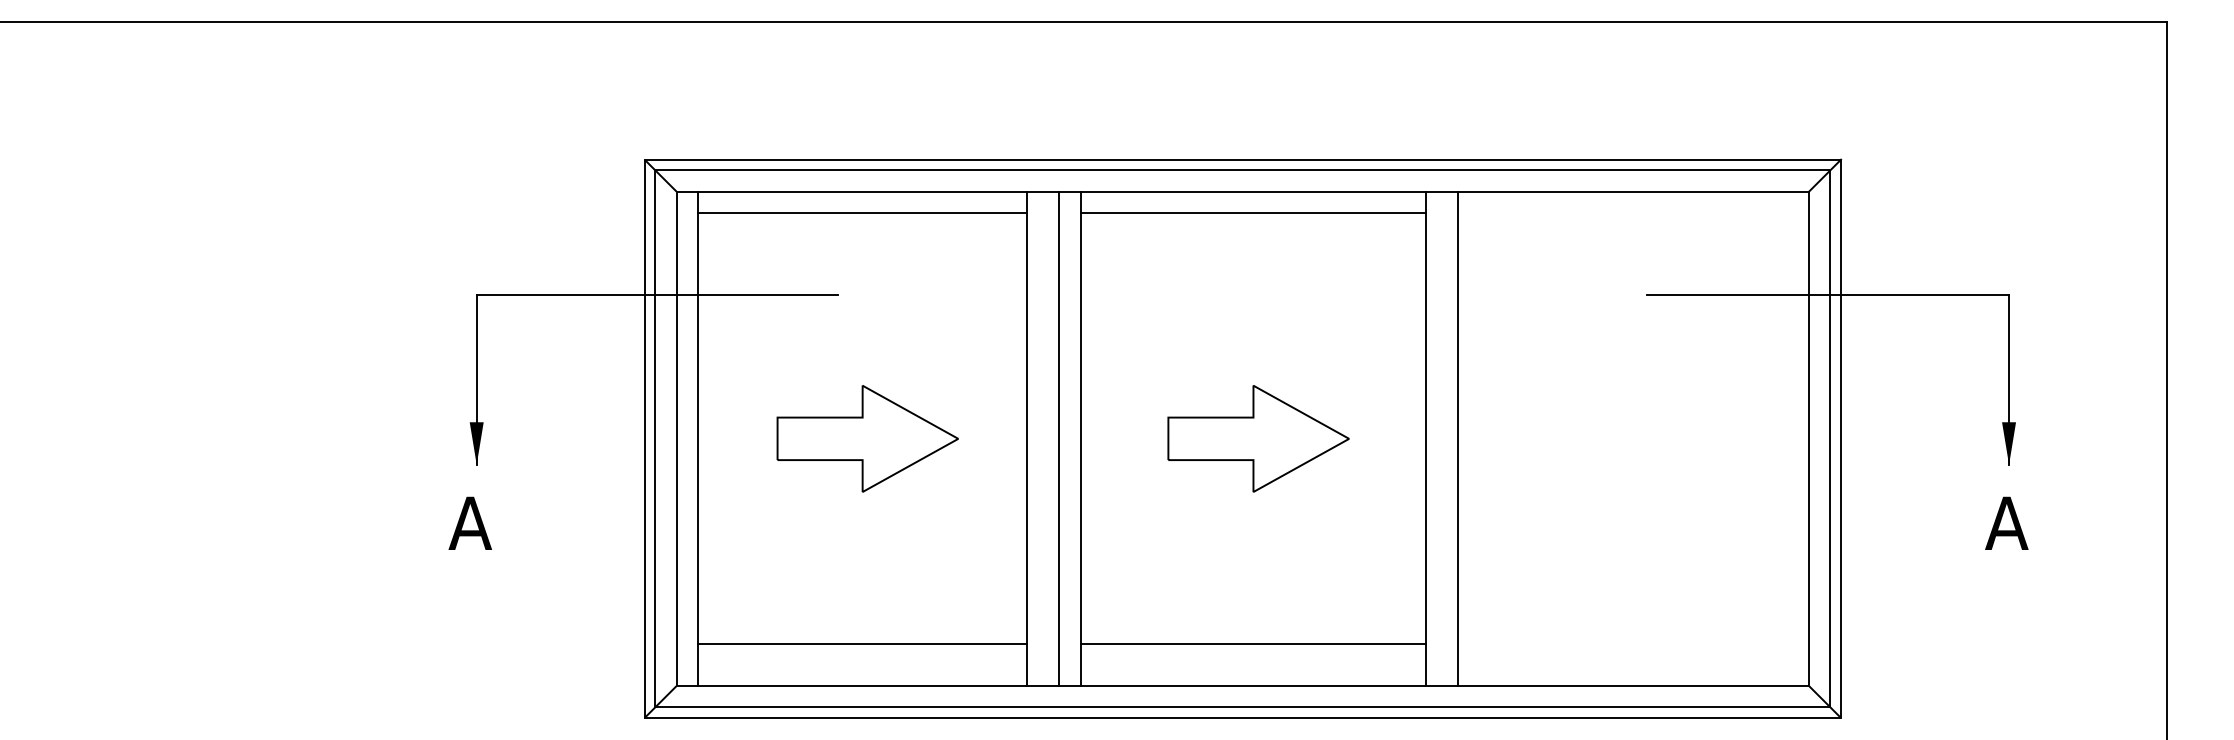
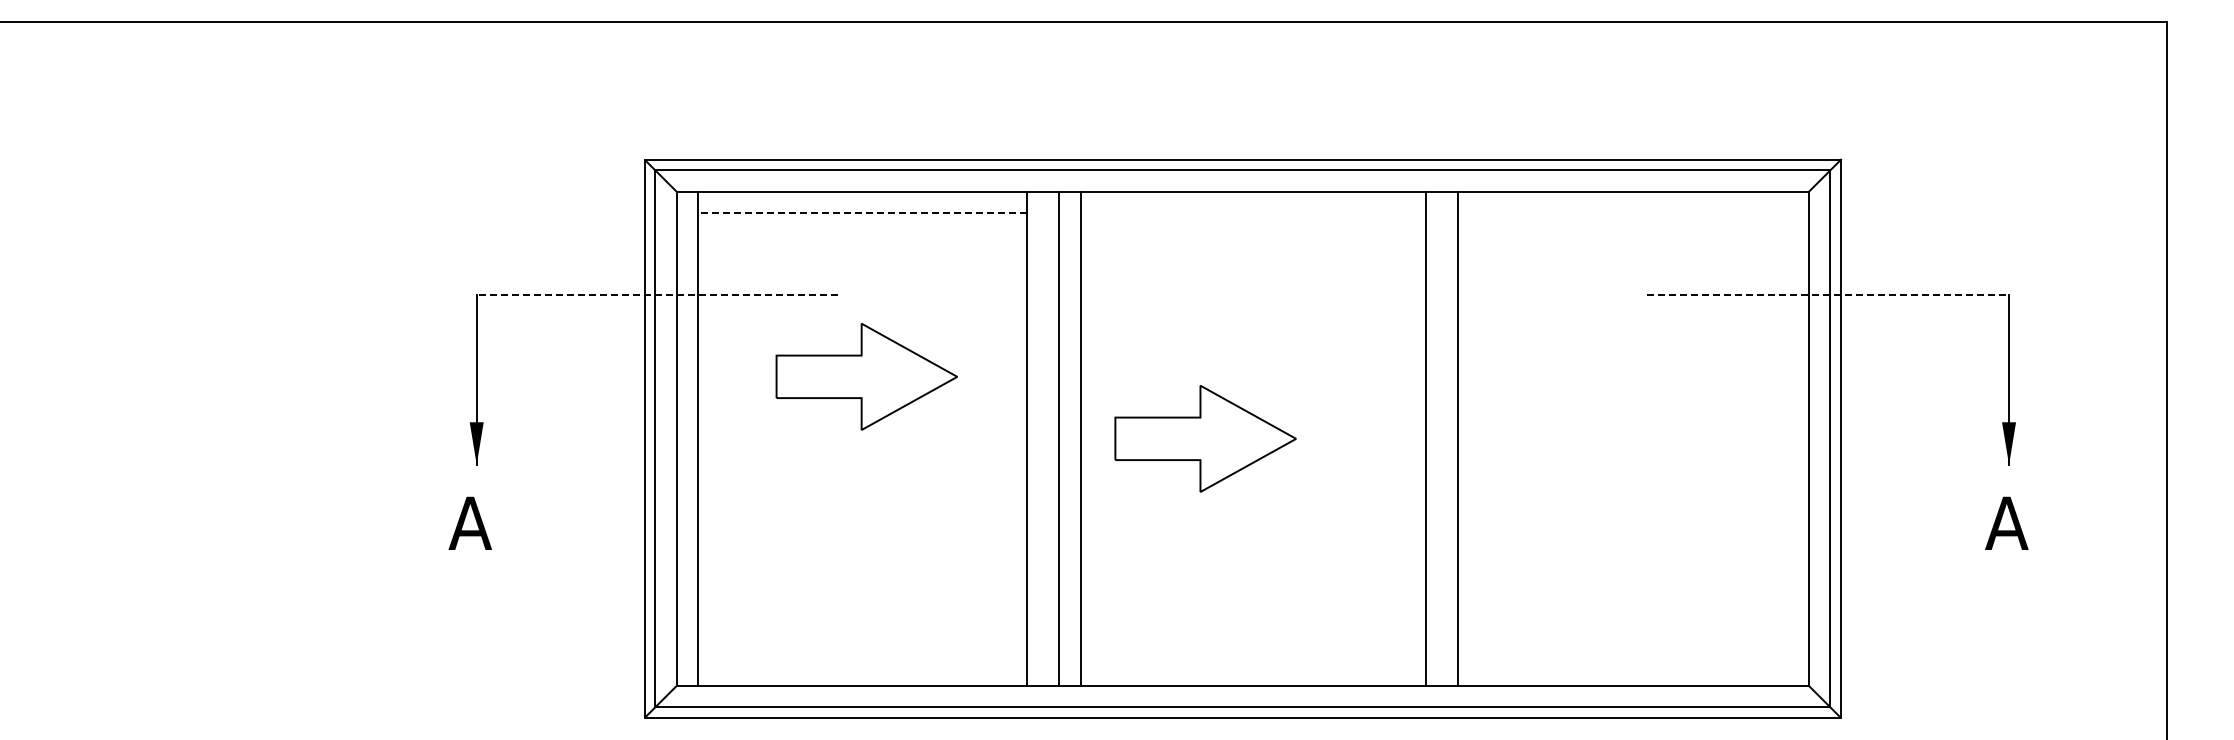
line at (862, 212): solid -> dashed
line at (1253, 212): present -> none
line at (657, 294): solid -> dashed
line at (1828, 294): solid -> dashed
part at (867, 438) position: (867, 438) -> (866, 376)
part at (1258, 438) position: (1258, 438) -> (1205, 438)
line at (862, 643): present -> none
line at (1253, 643): present -> none
